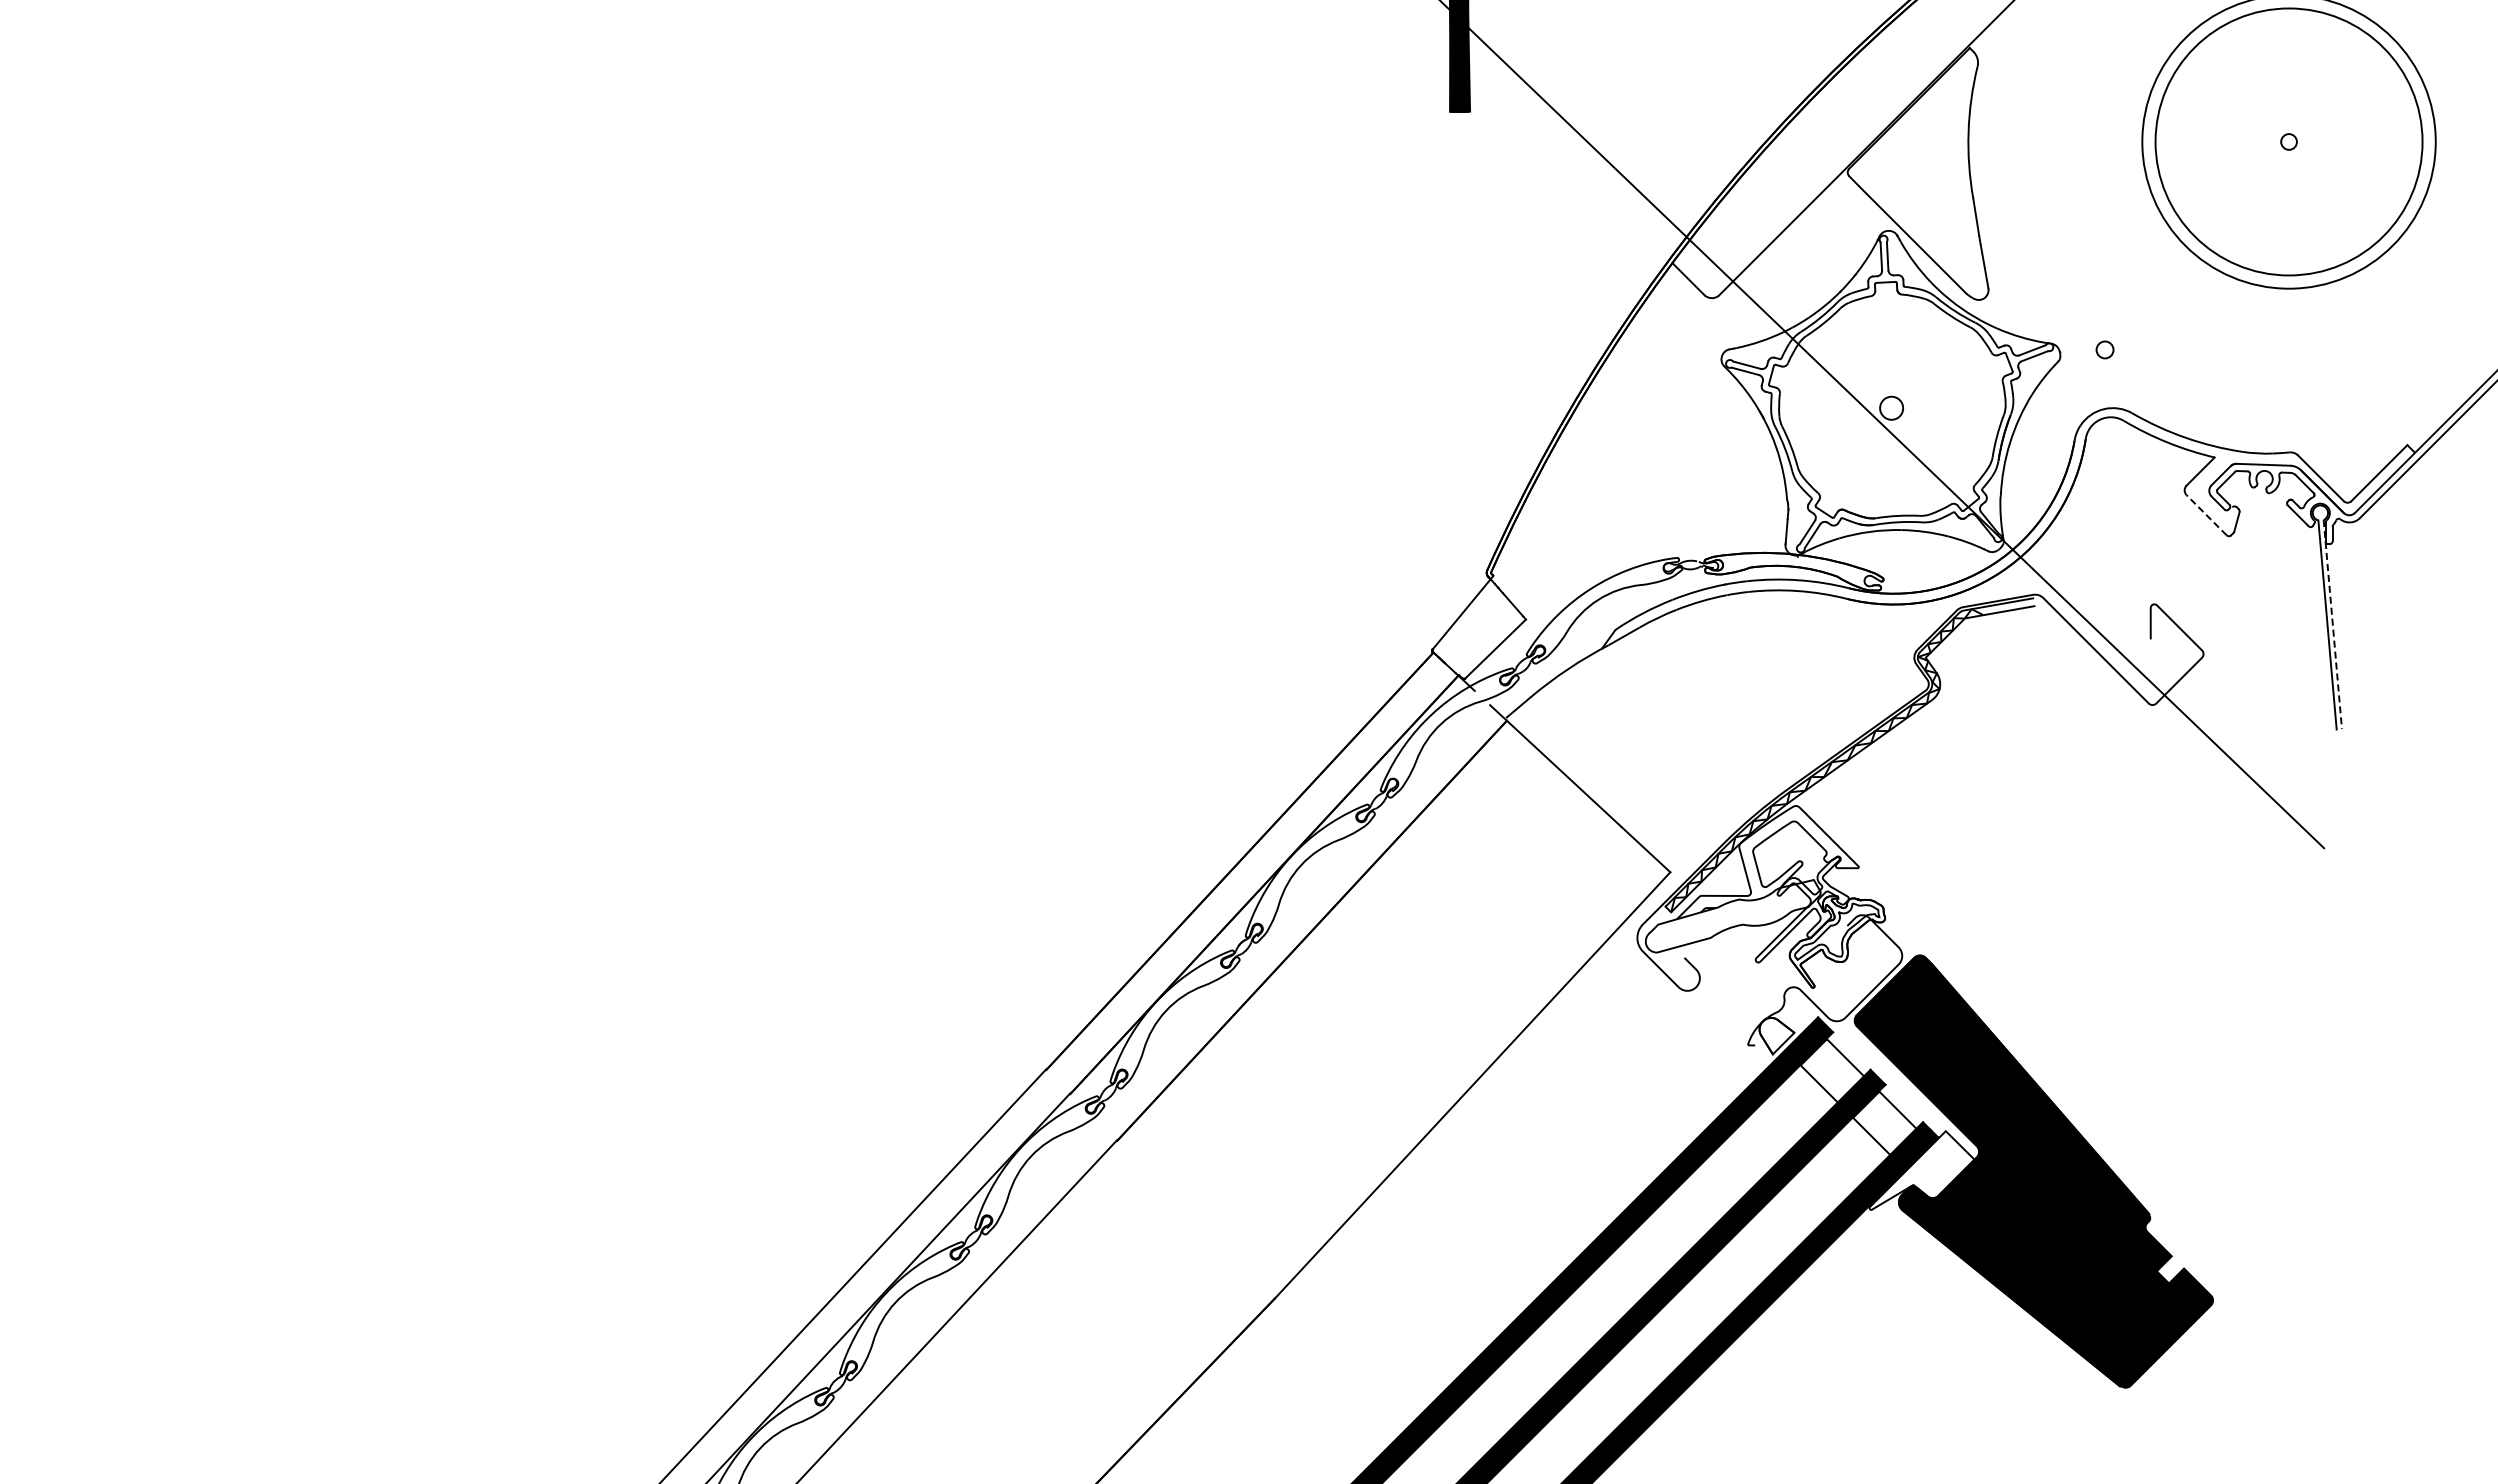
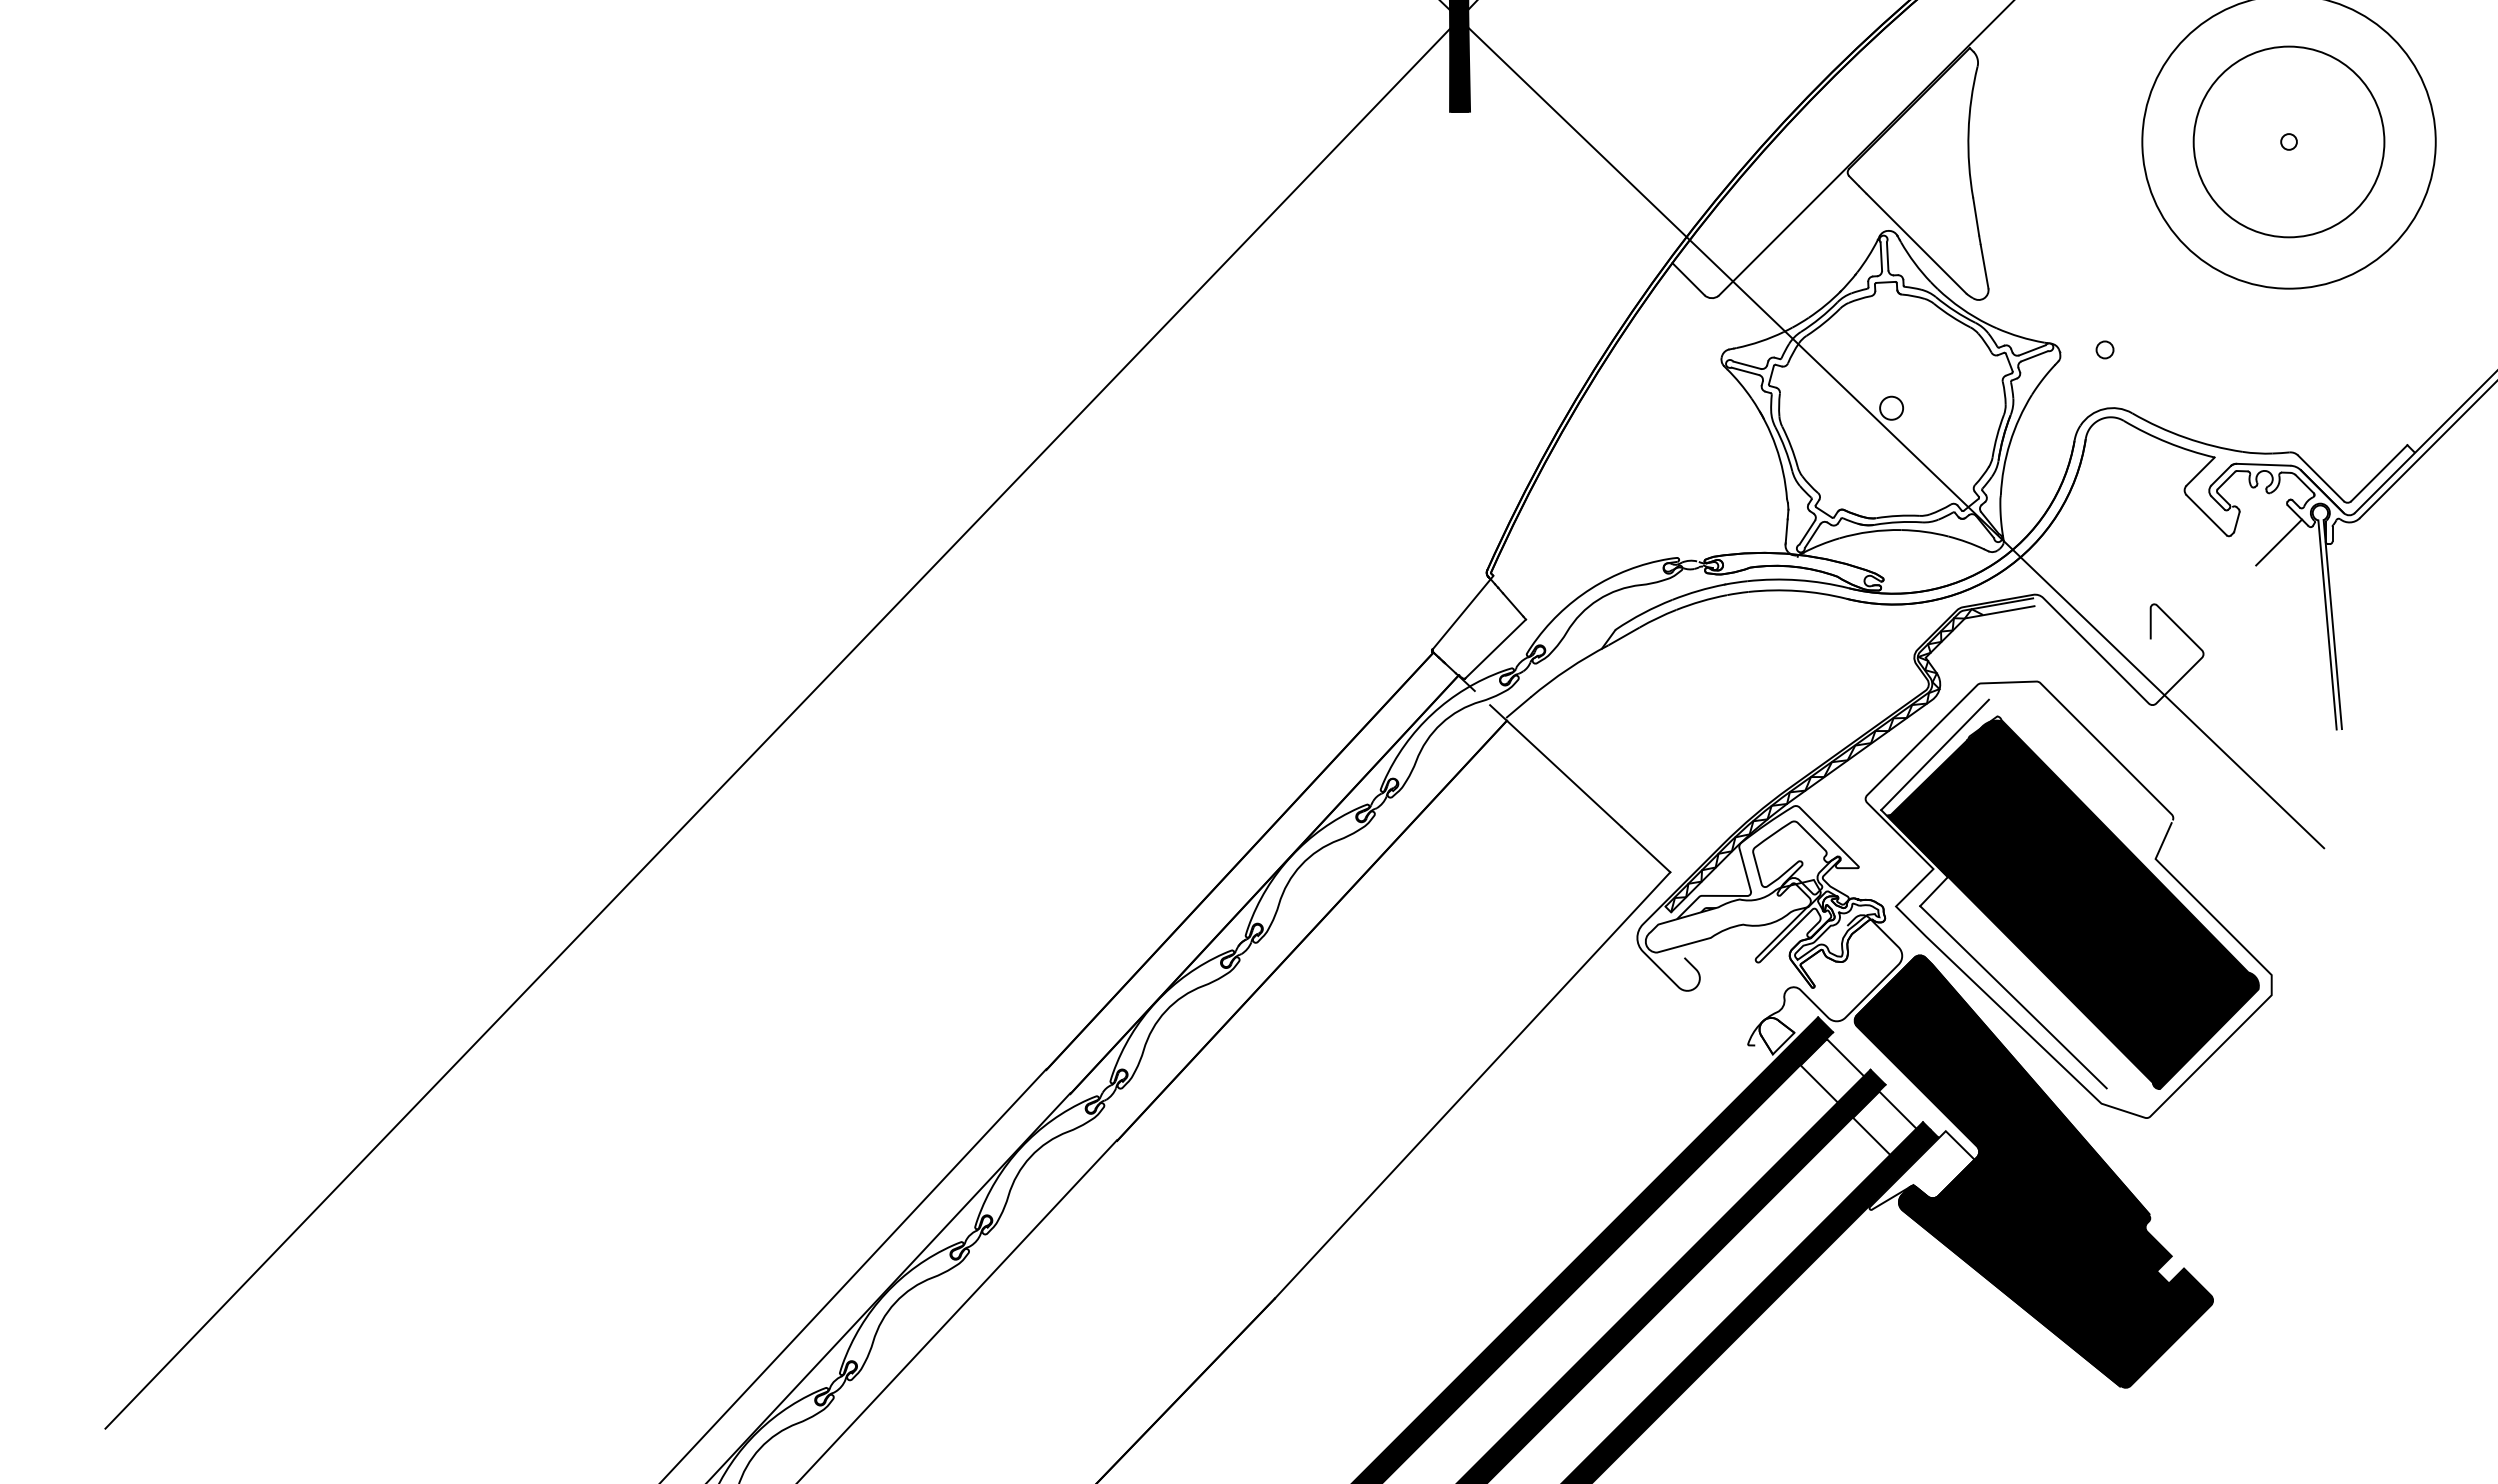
circle at (2288, 141) diameter: 267 px -> 191 px
line at (2206, 514): dashed -> solid
line at (2279, 542): none -> present
line at (2332, 624): dashed -> solid
line at (790, 715): none -> present
part at (2068, 899): none -> present
